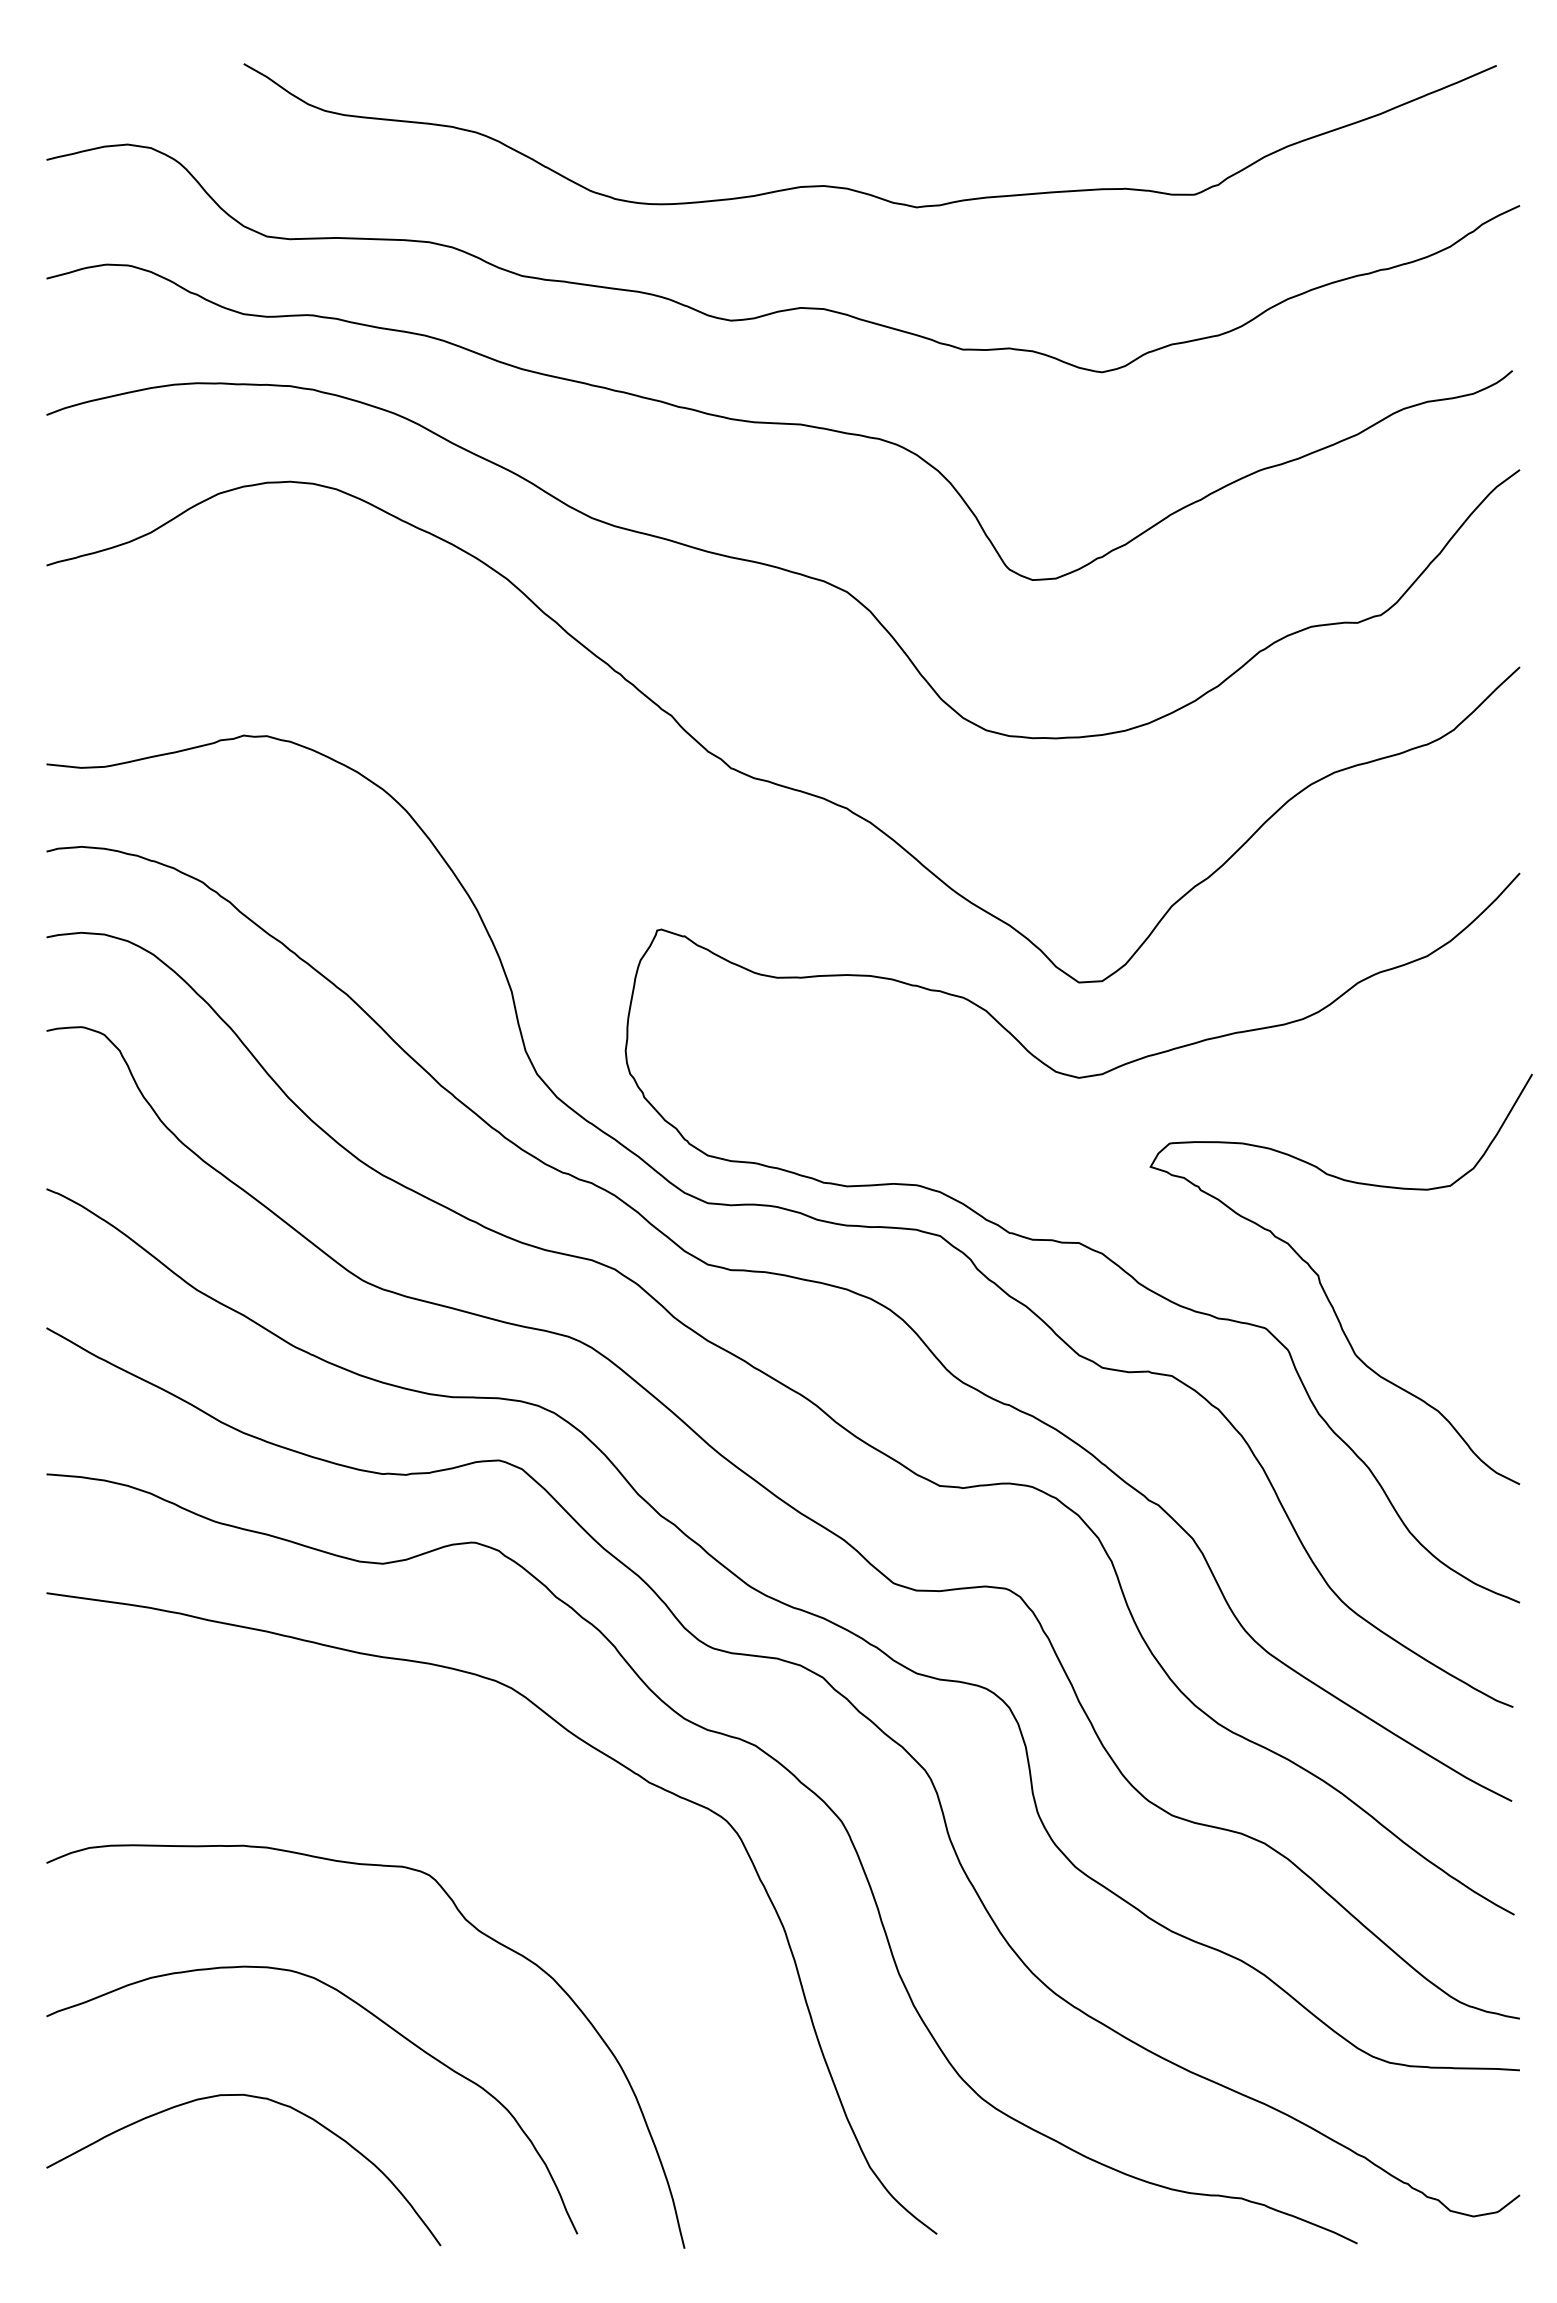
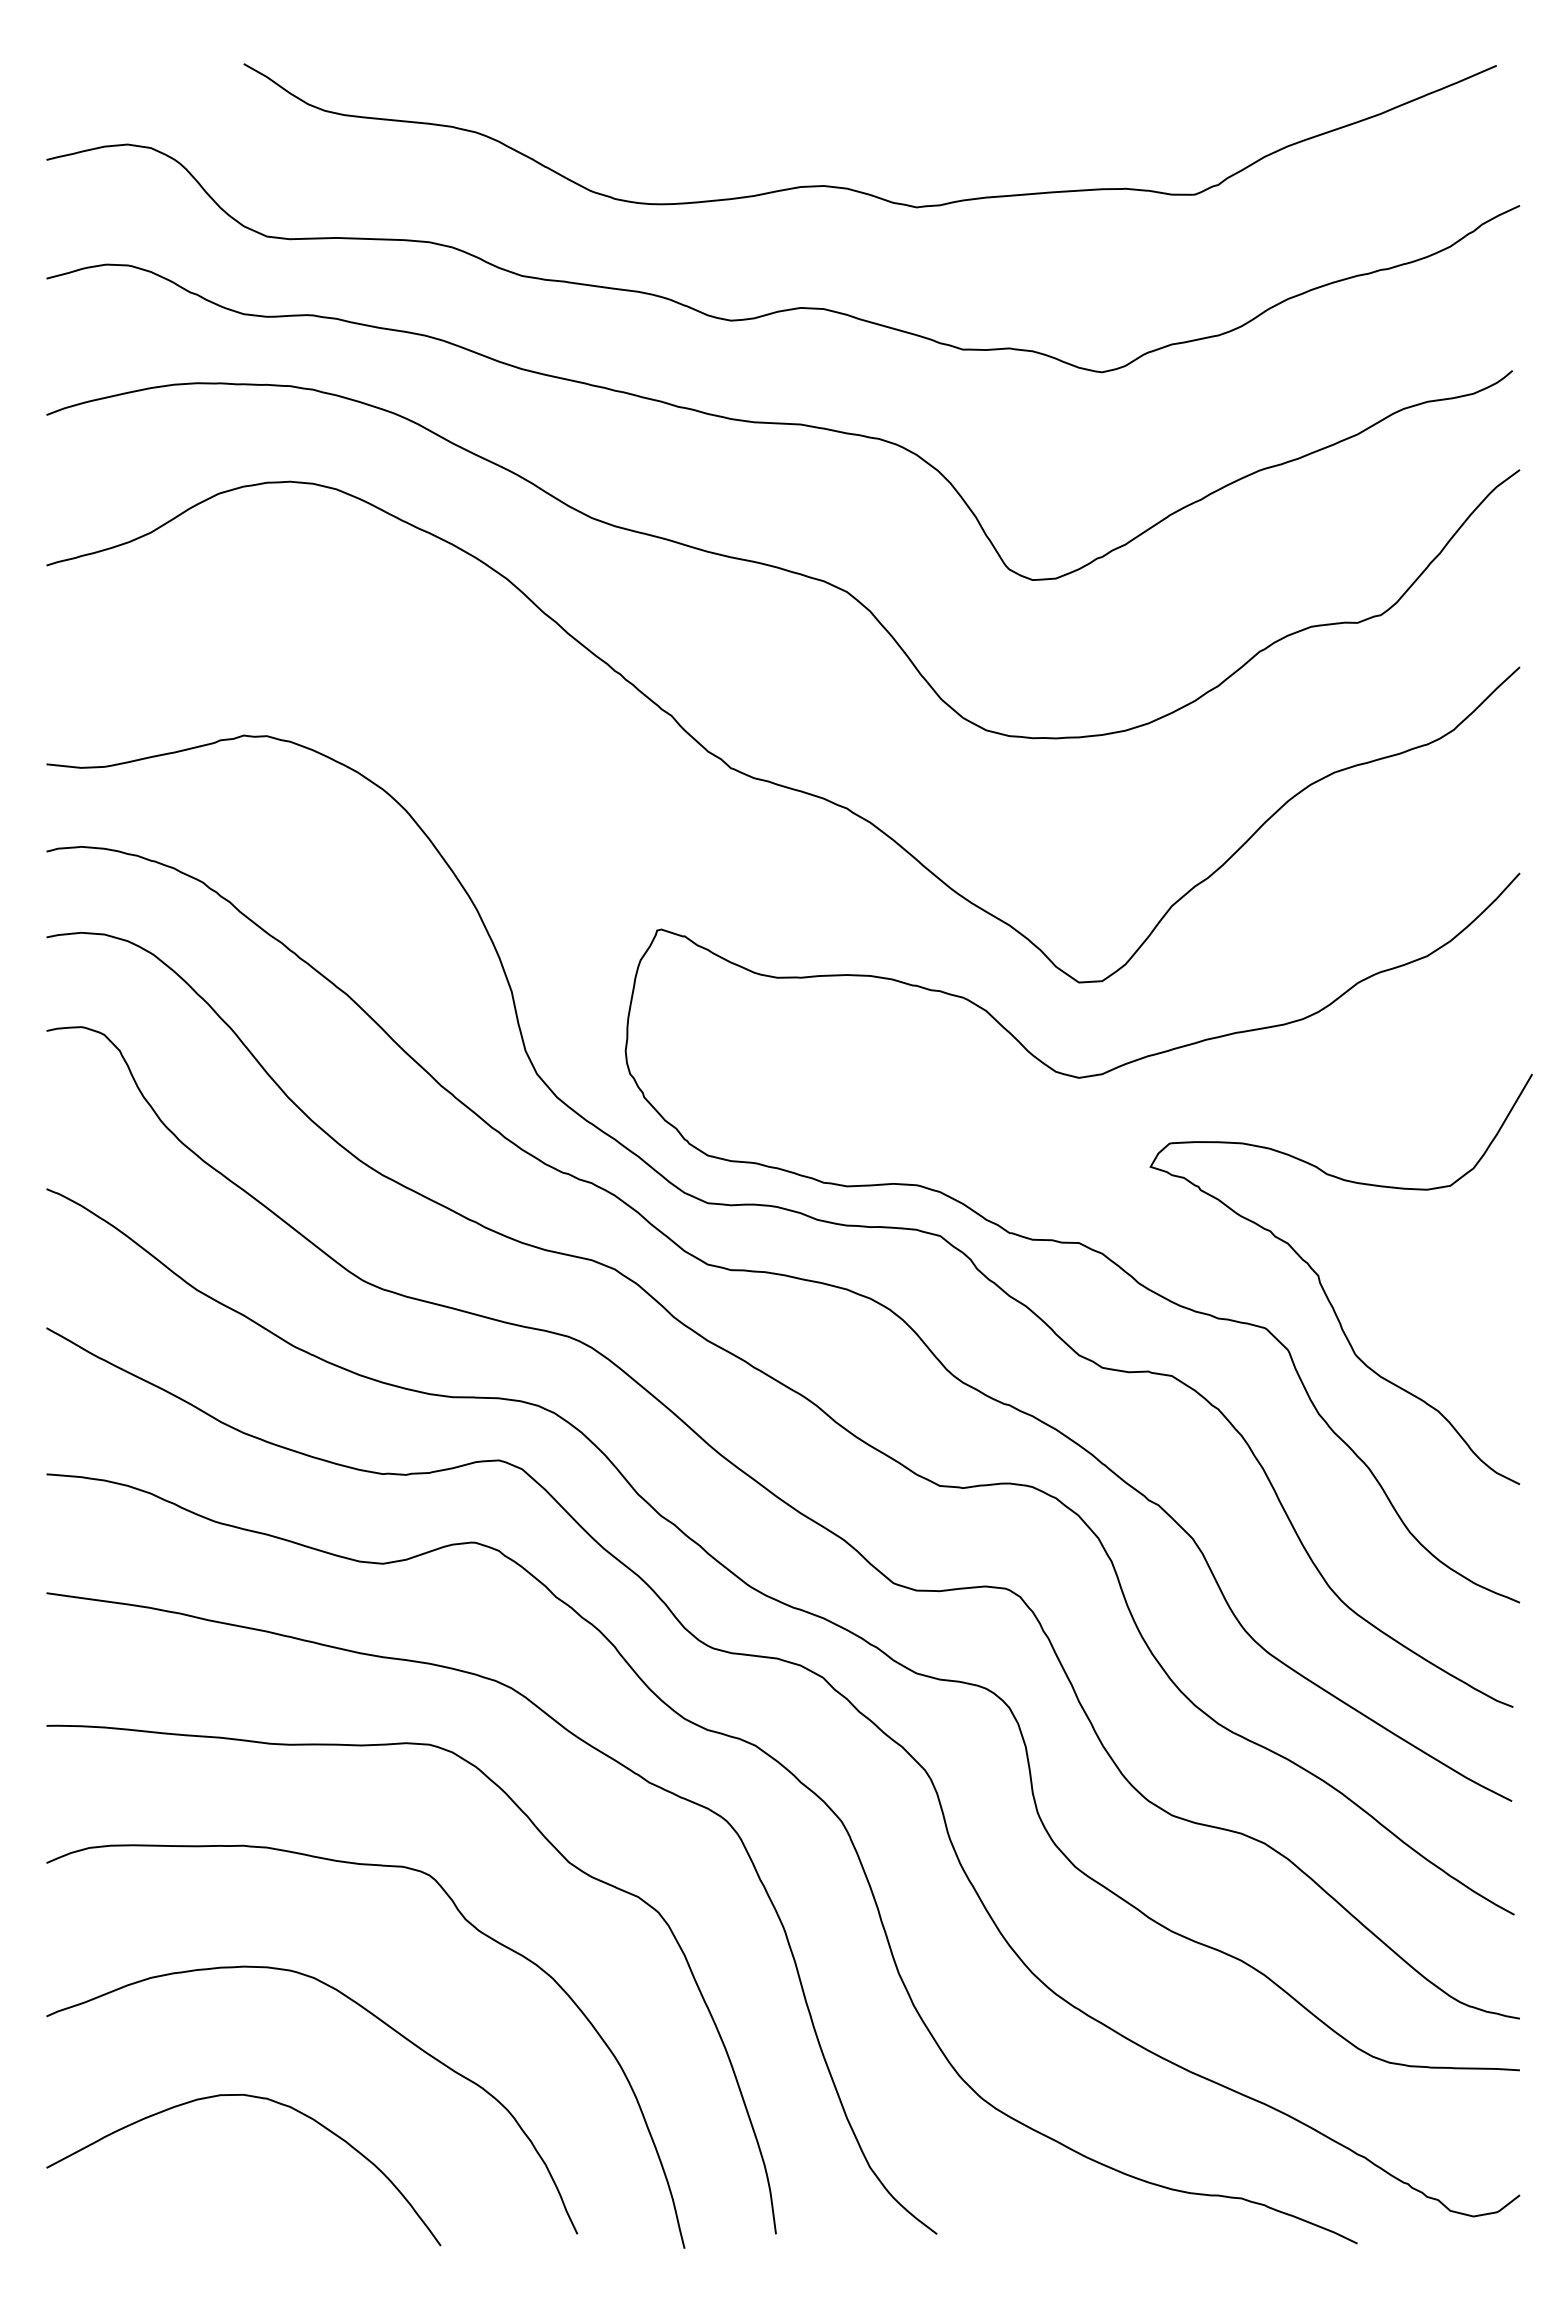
curve at (548, 1842): none -> present
